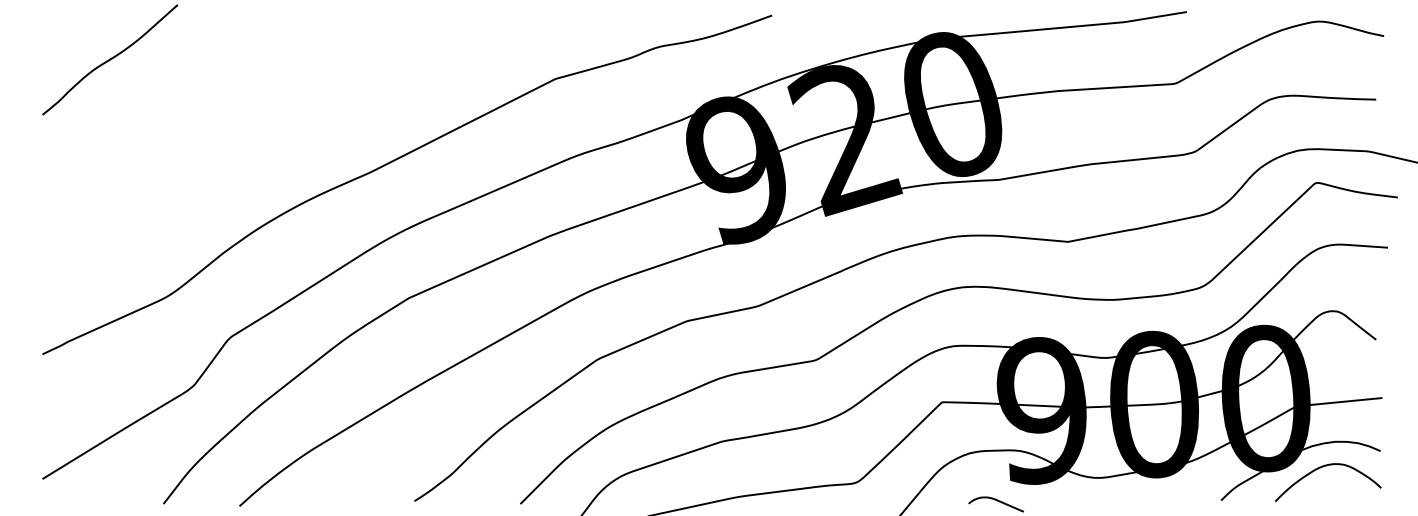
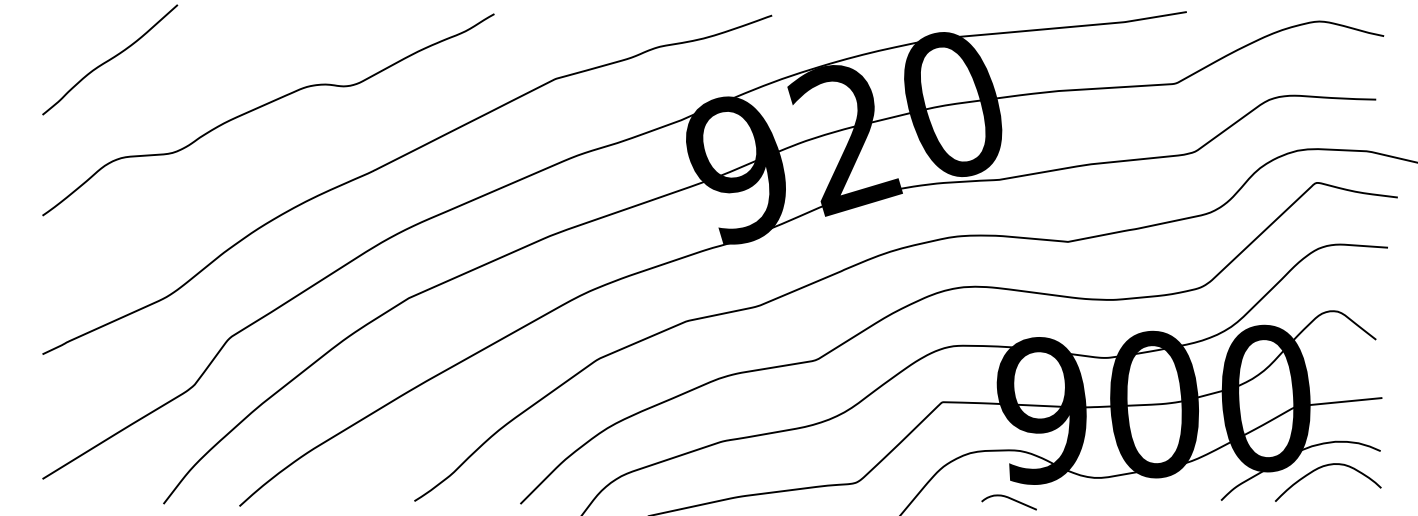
curve at (266, 105): none -> present
curve at (997, 501) position: (997, 501) -> (1010, 499)
